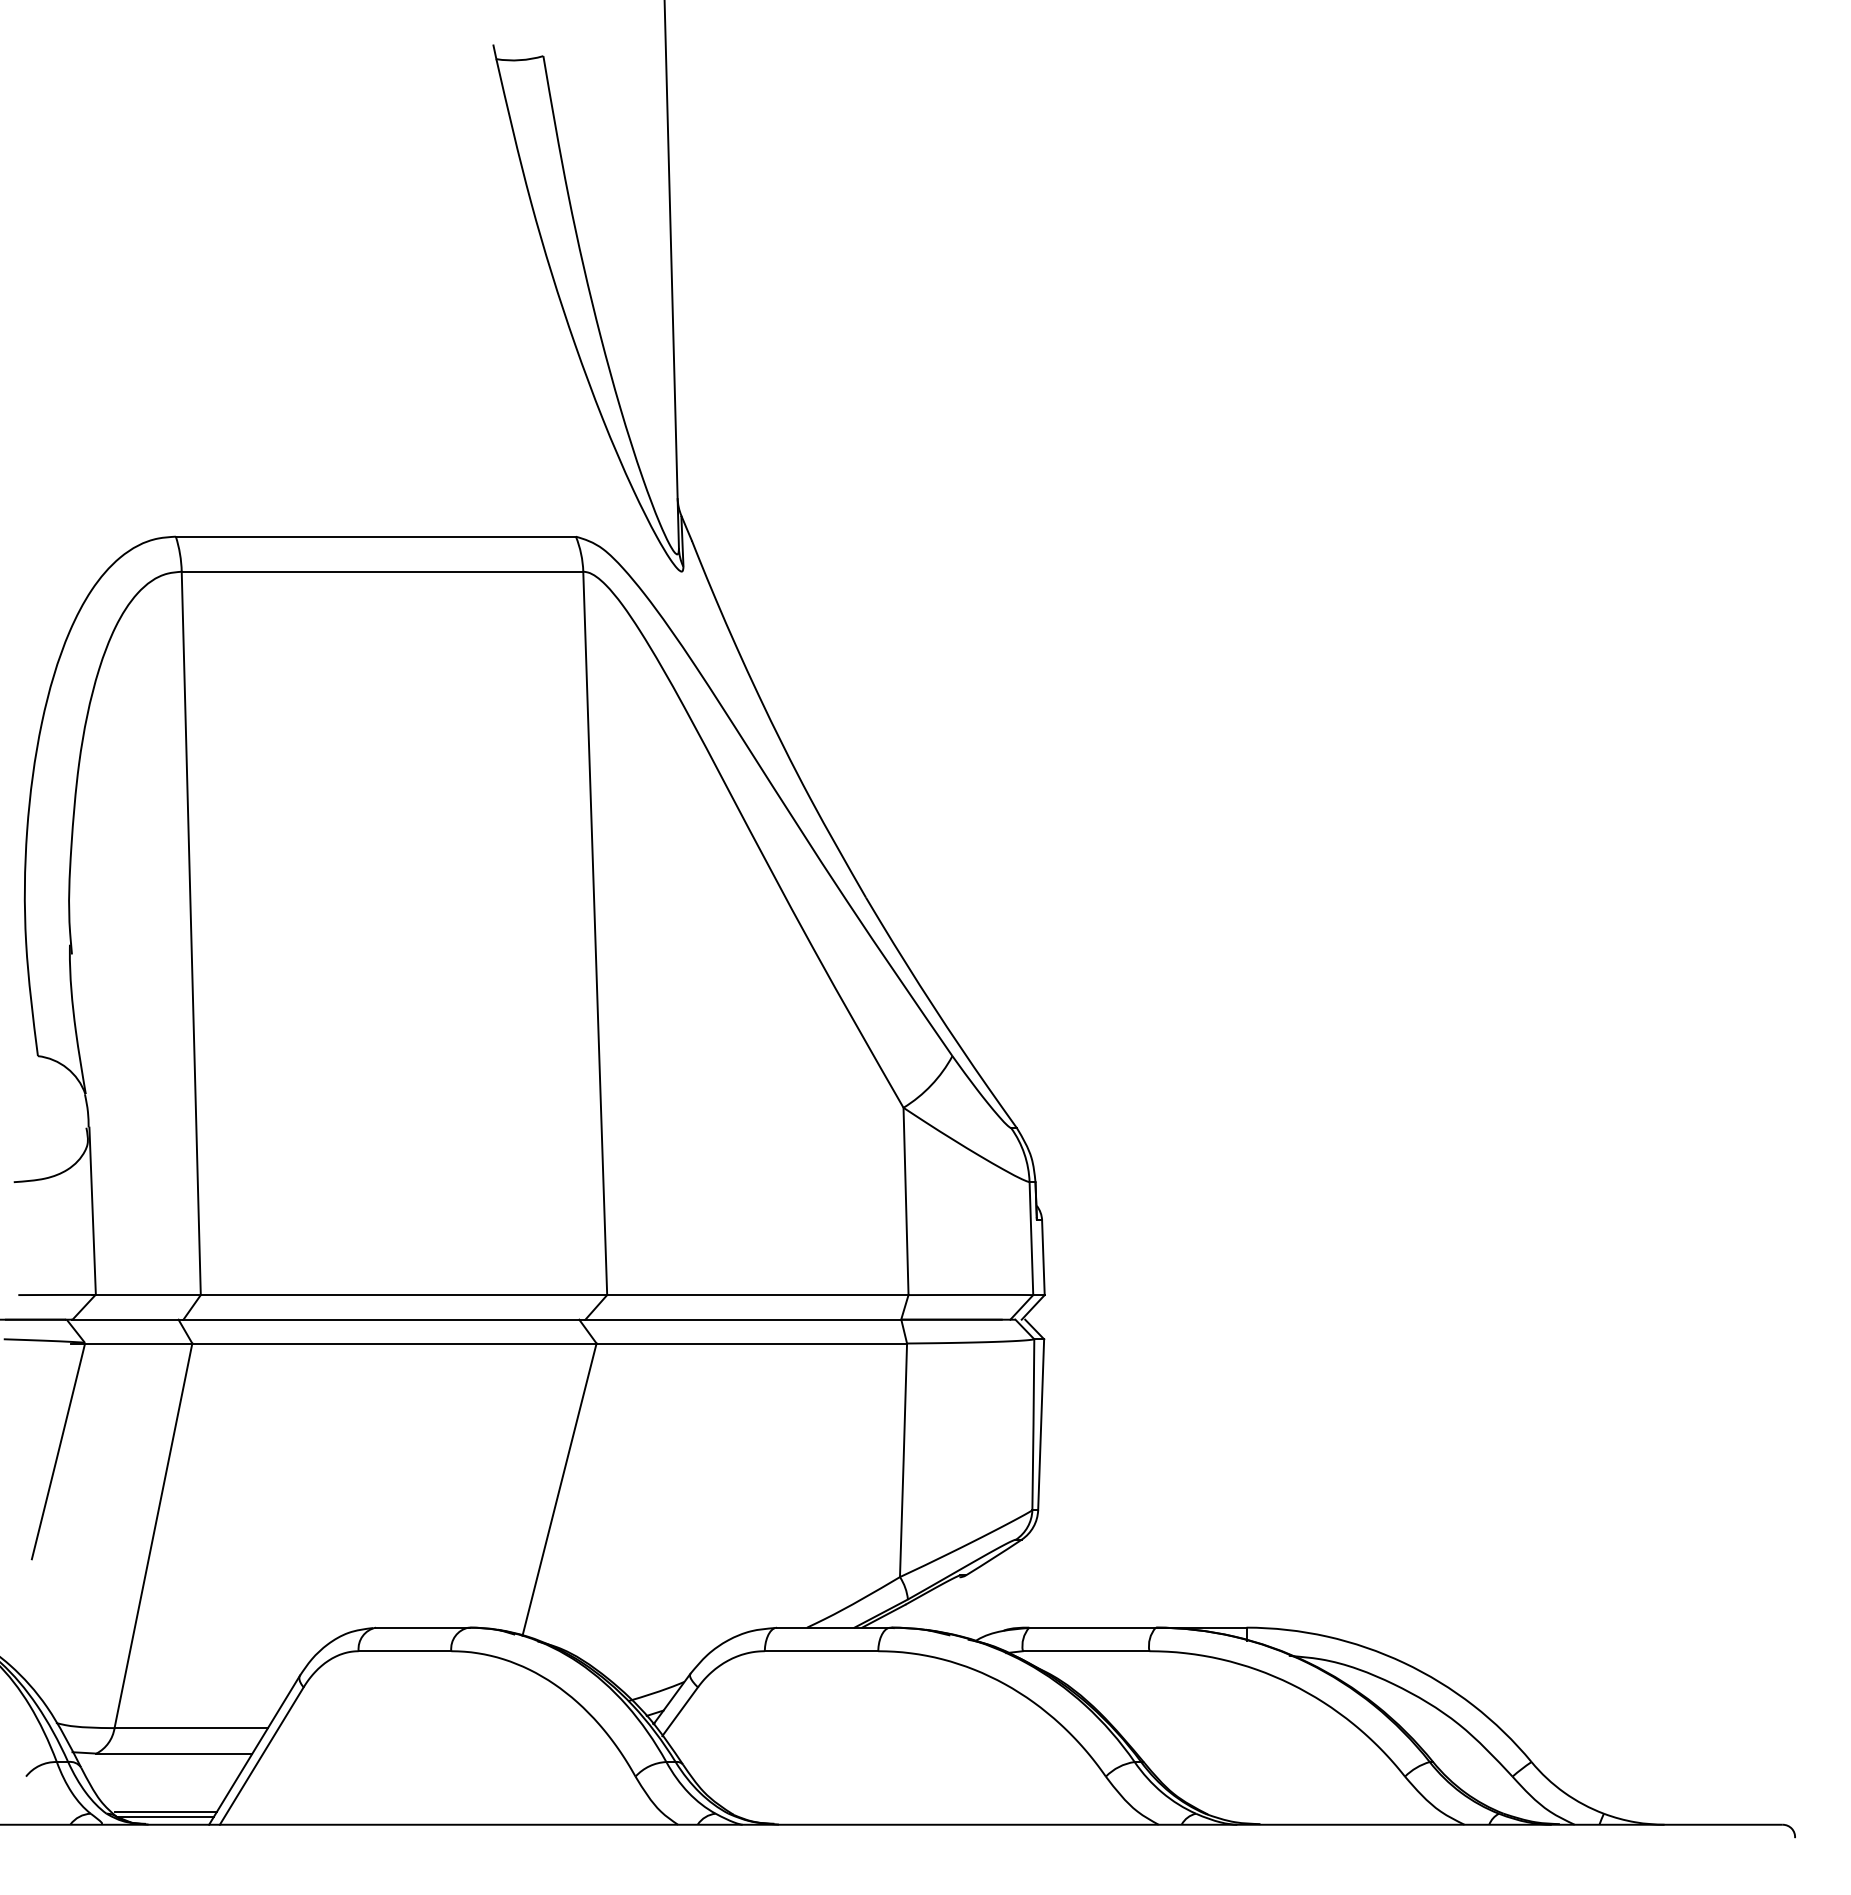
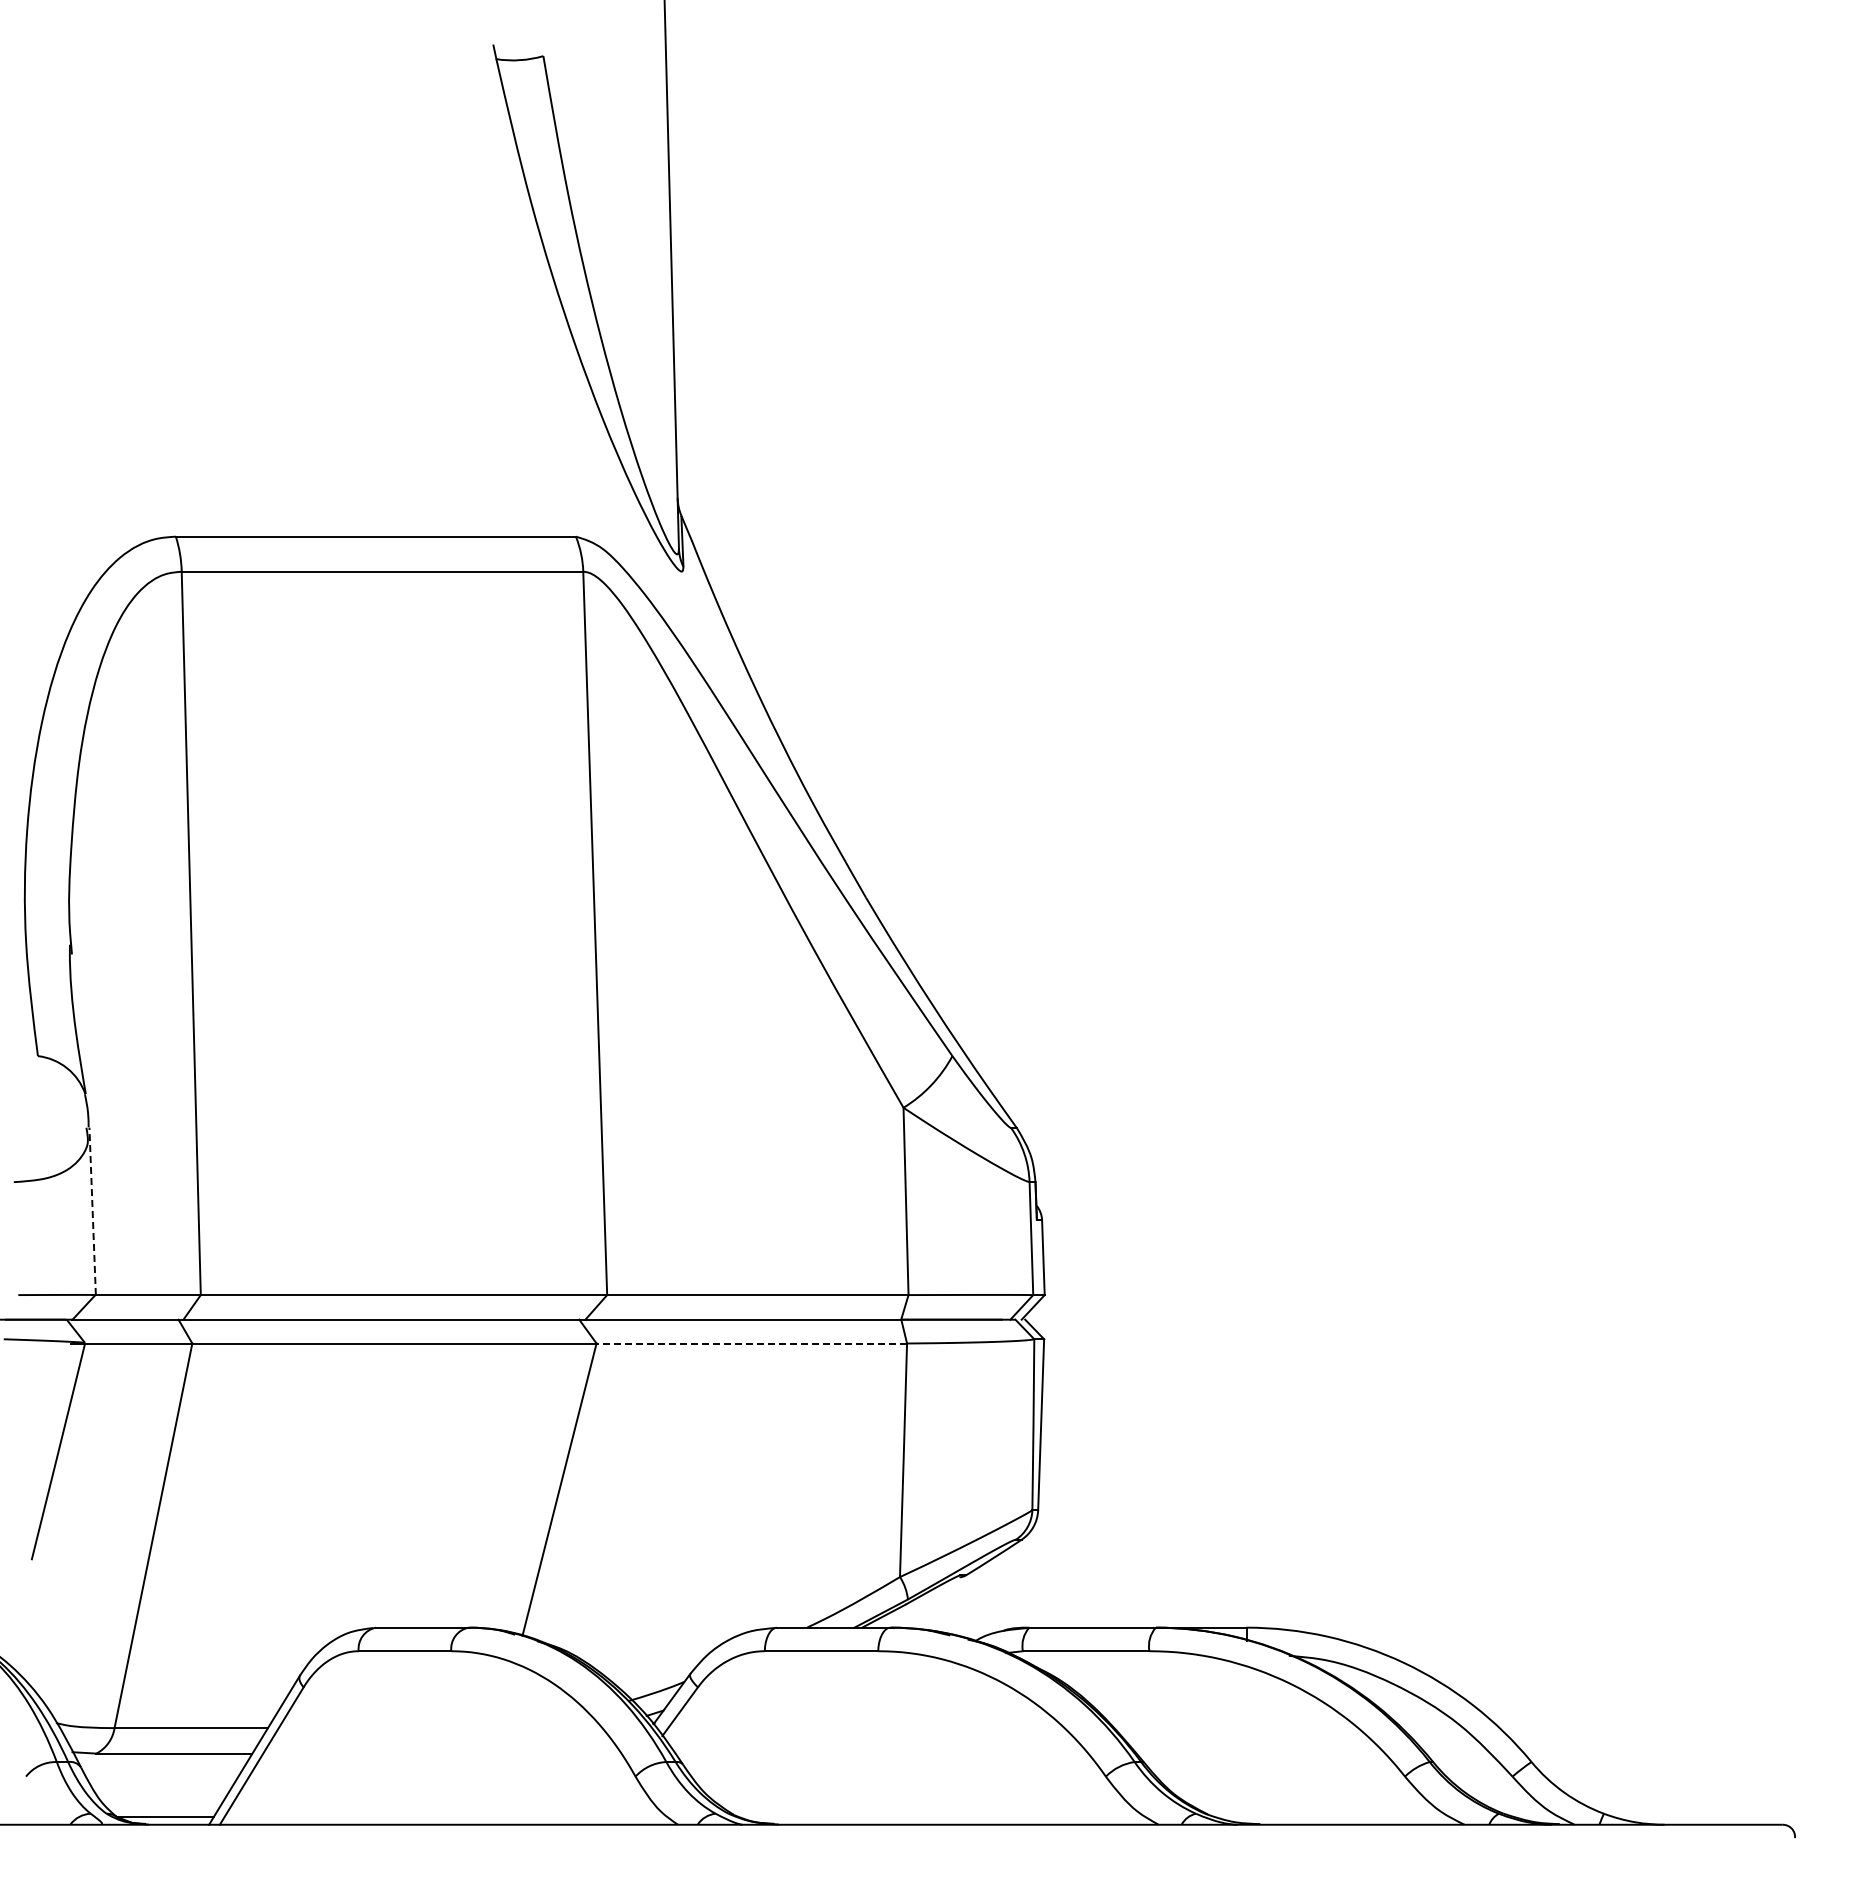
line at (92, 1211): solid -> dashed
line at (751, 1343): solid -> dashed
line at (165, 1812): present -> none
